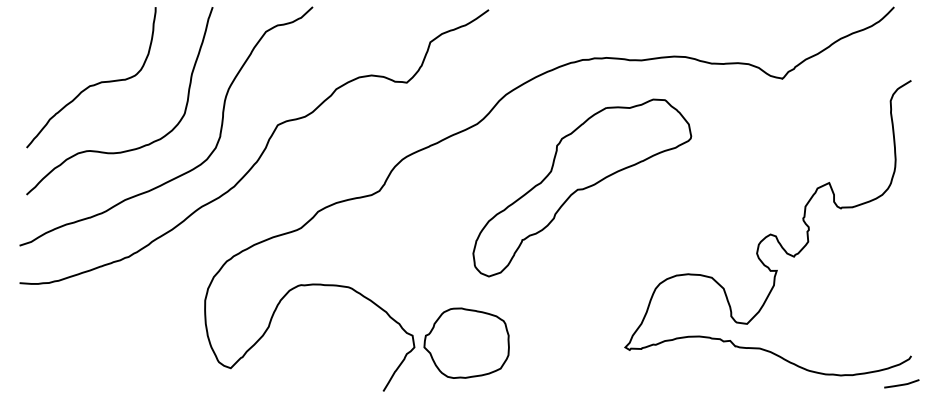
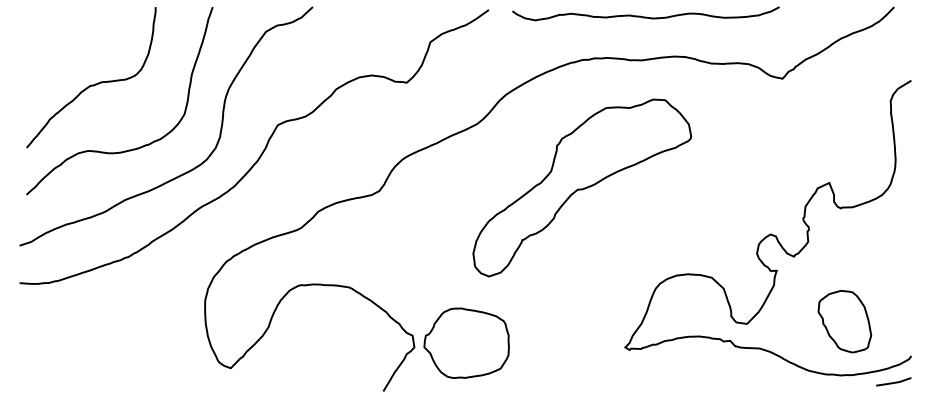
curve at (645, 16): none -> present
part at (844, 321): none -> present
line at (901, 384) position: (901, 384) -> (893, 382)
